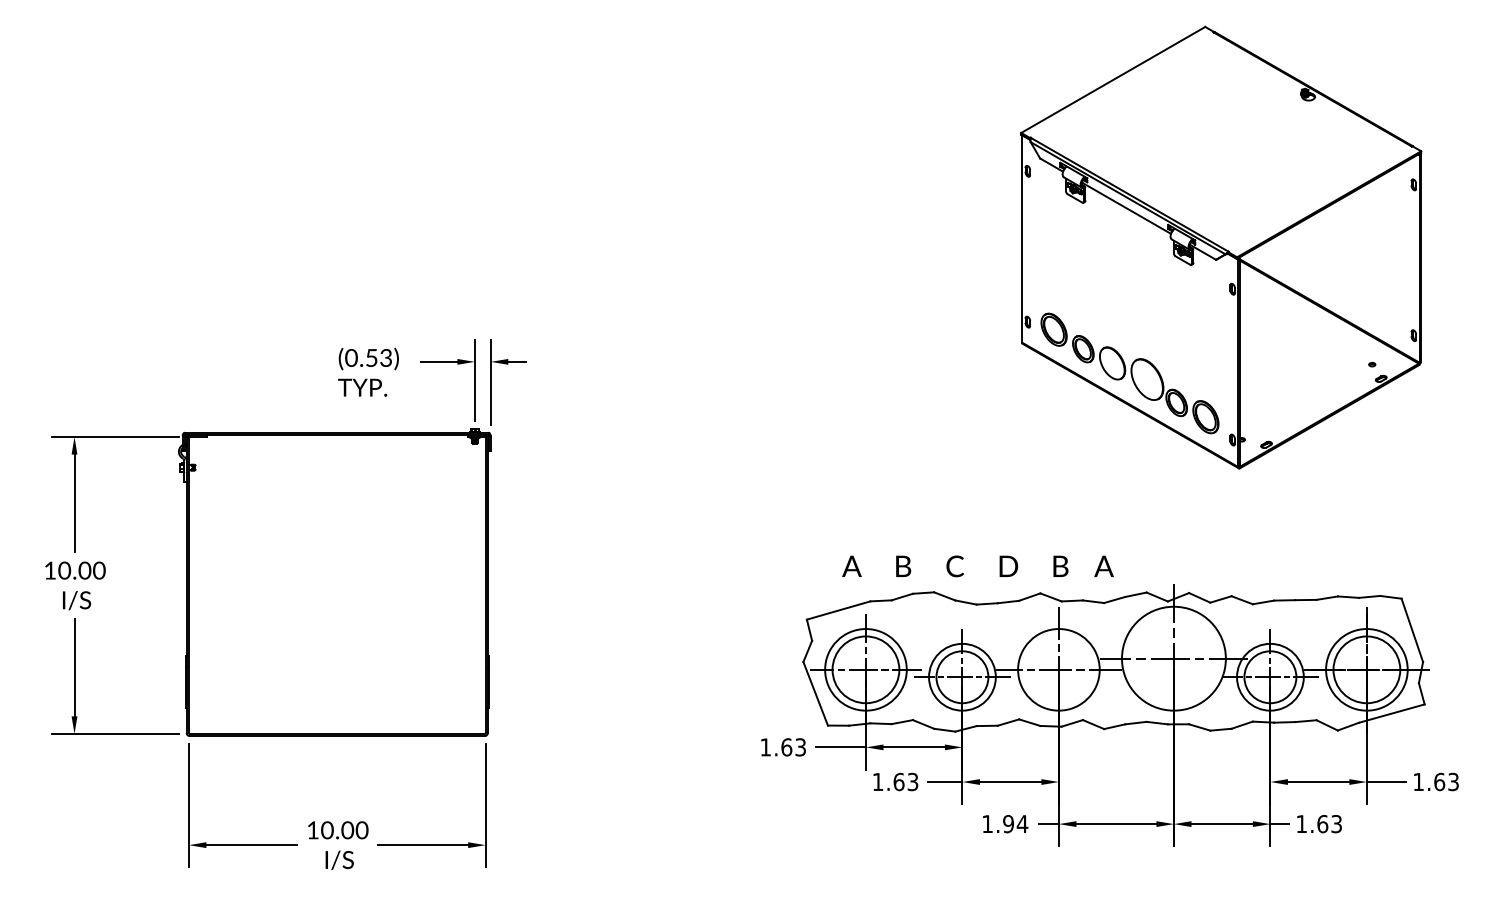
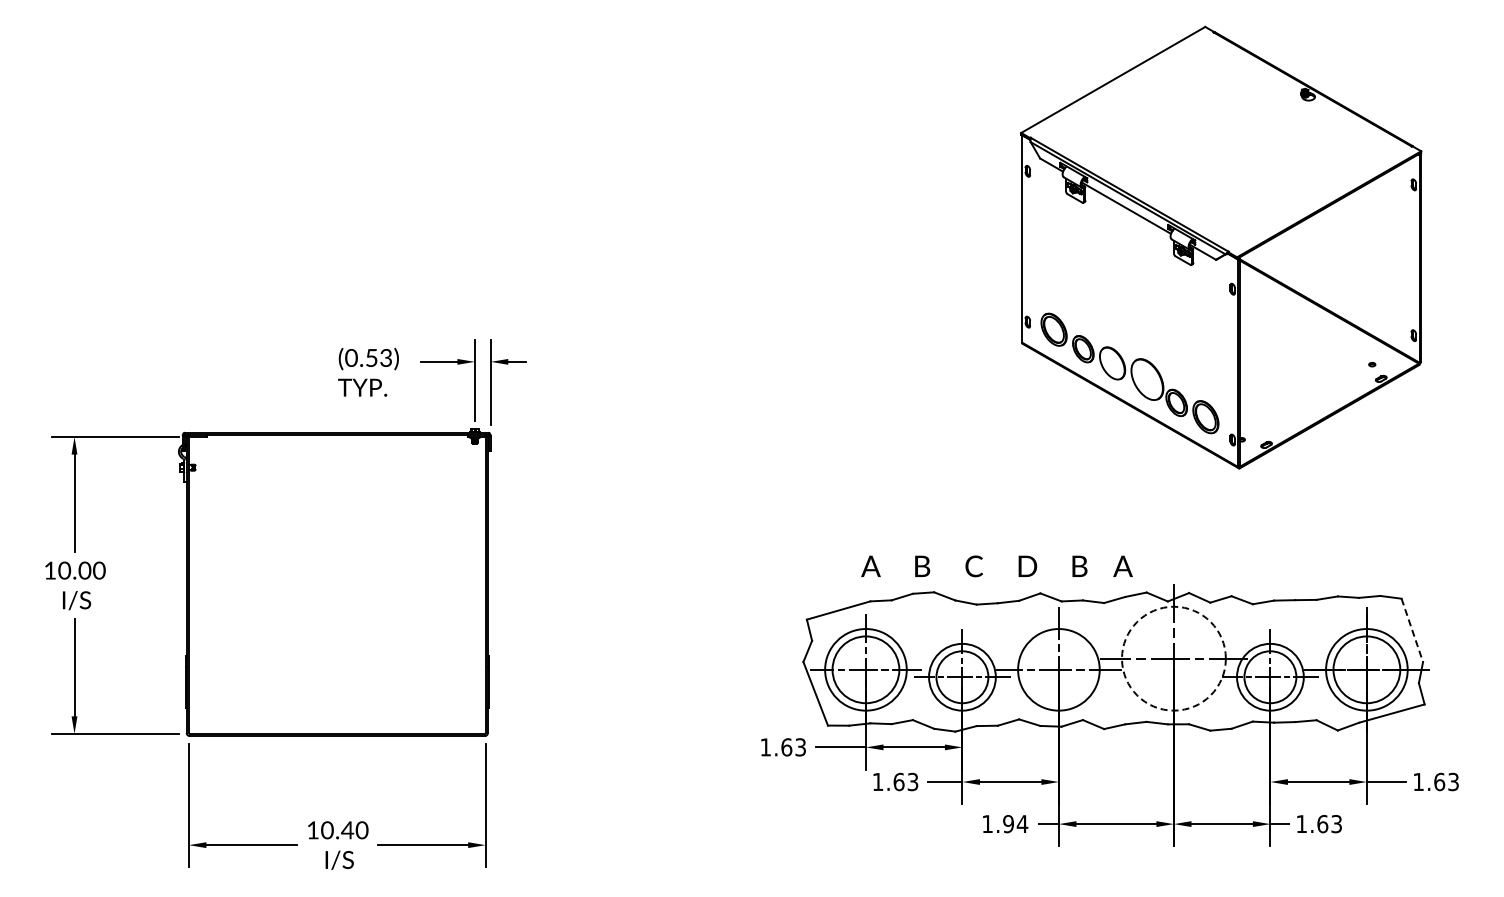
text at (977, 566) position: (977, 566) -> (996, 566)
line at (1412, 630): solid -> dashed
circle at (1173, 658): solid -> dashed
text at (347, 830): 10.00 -> 10.40
